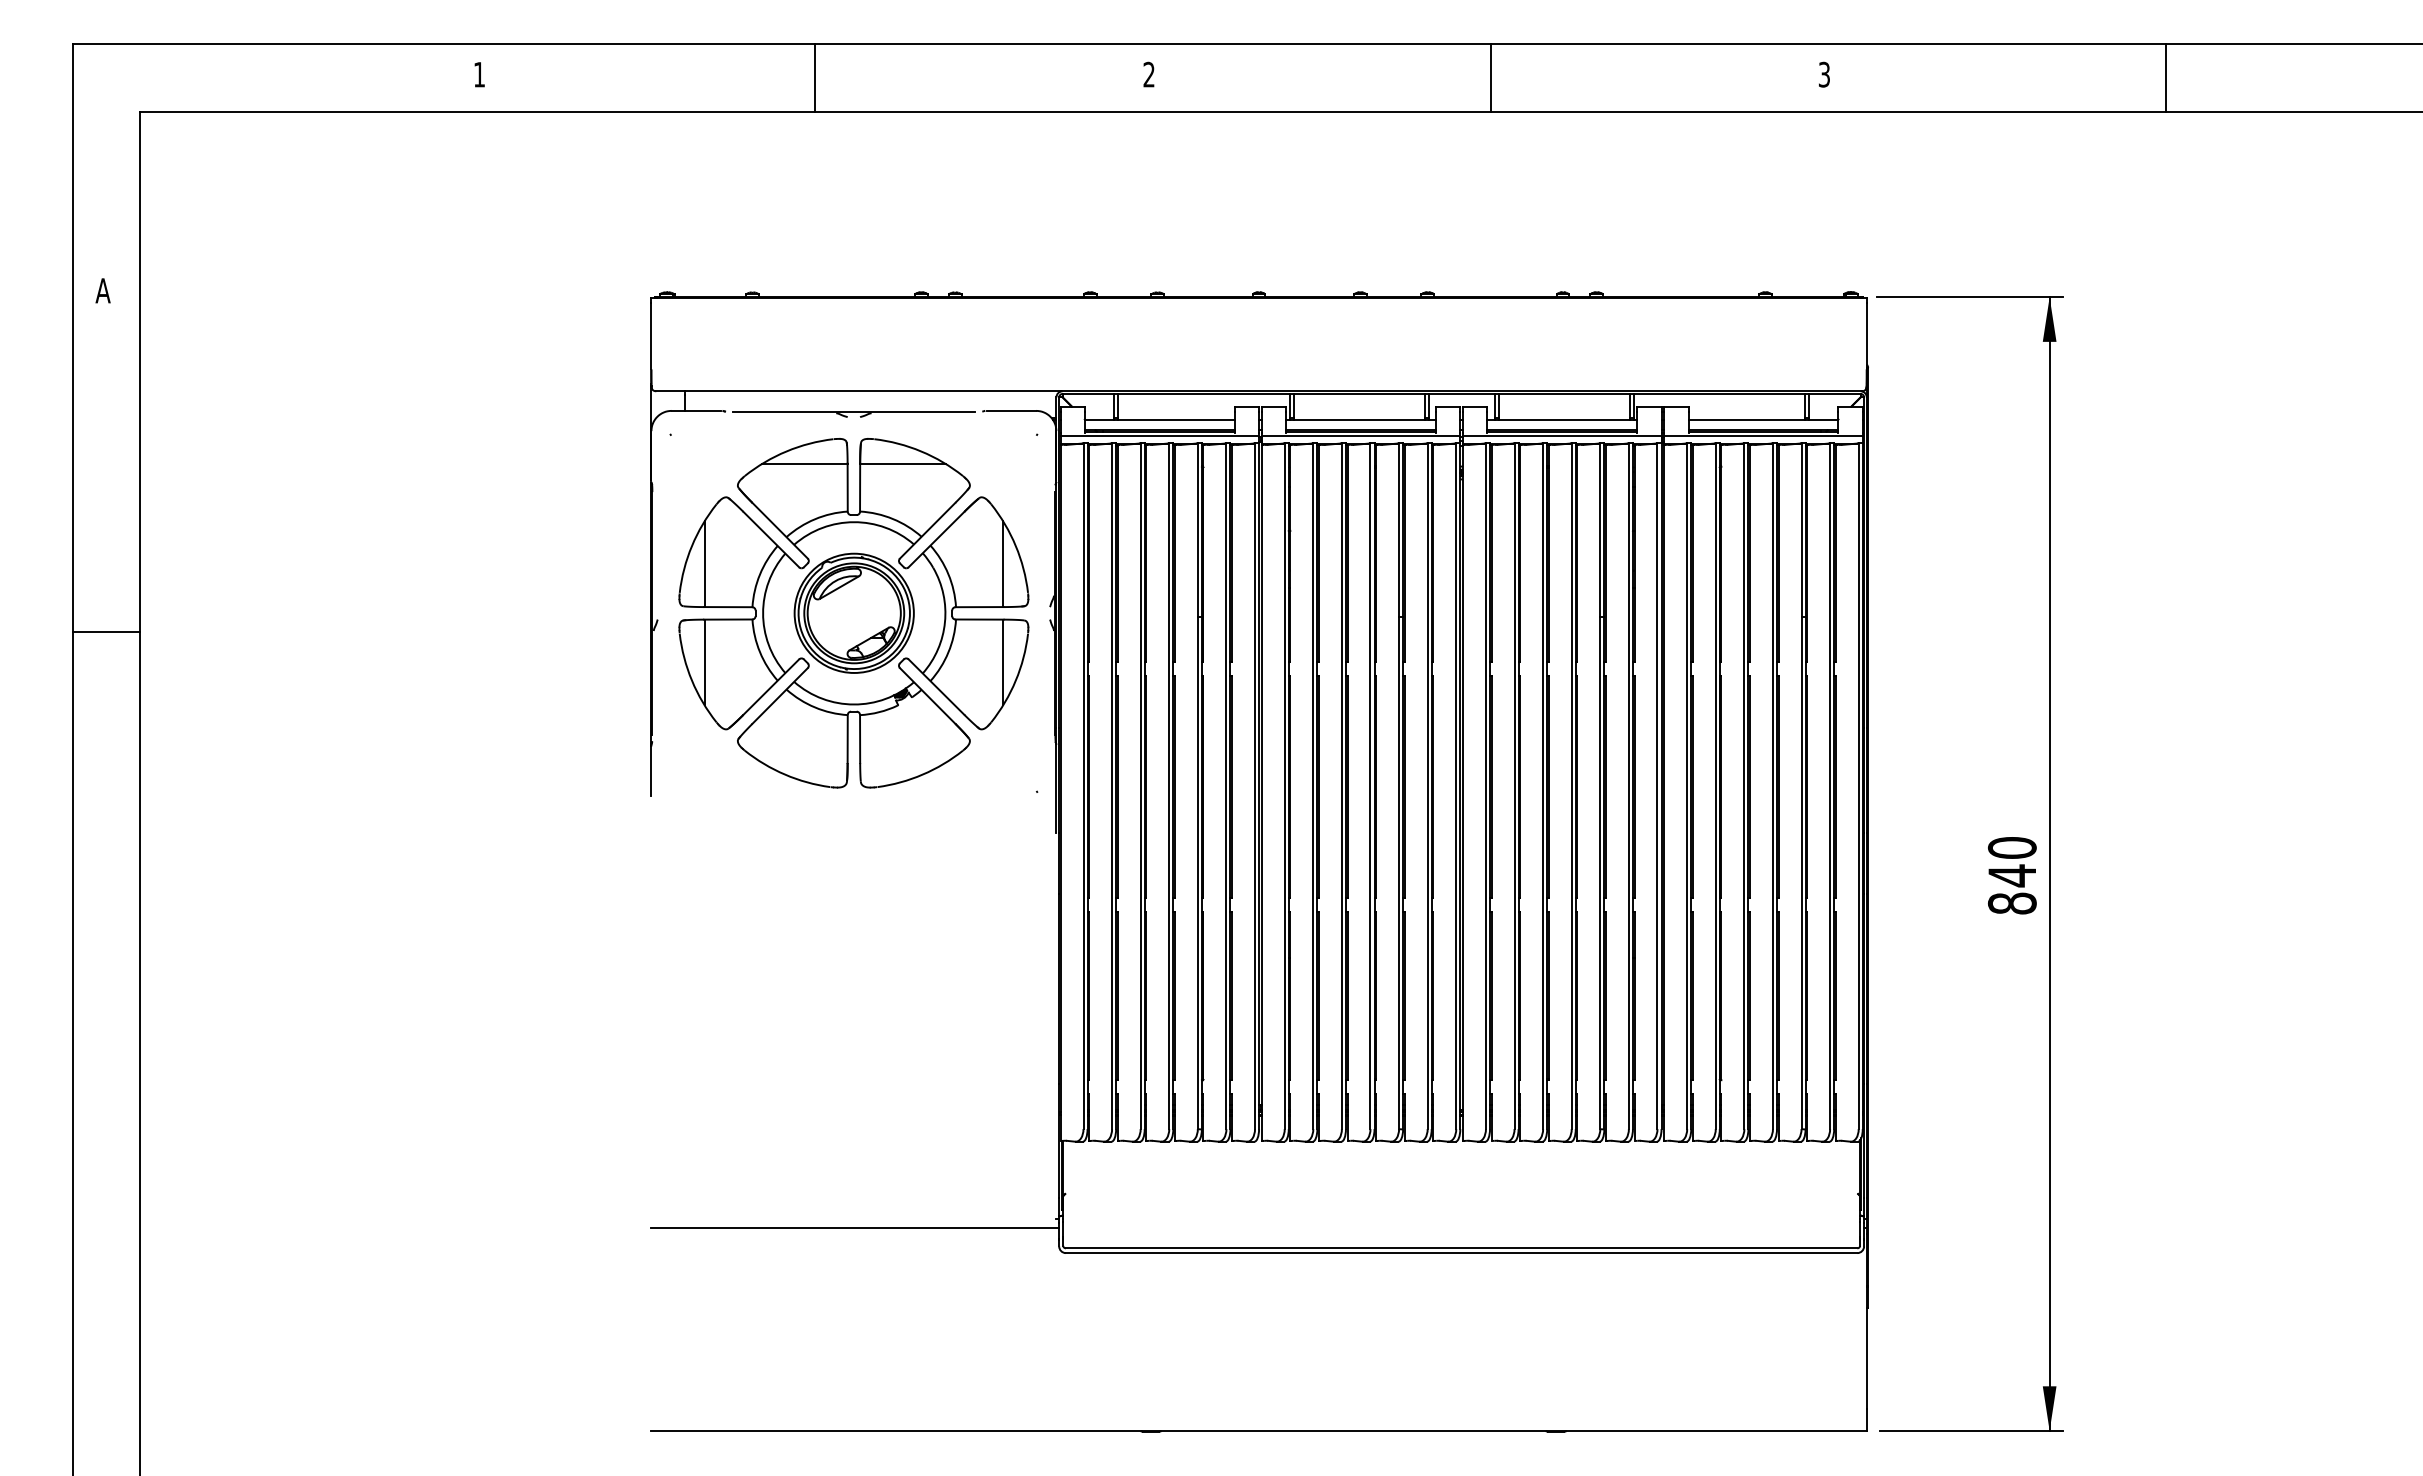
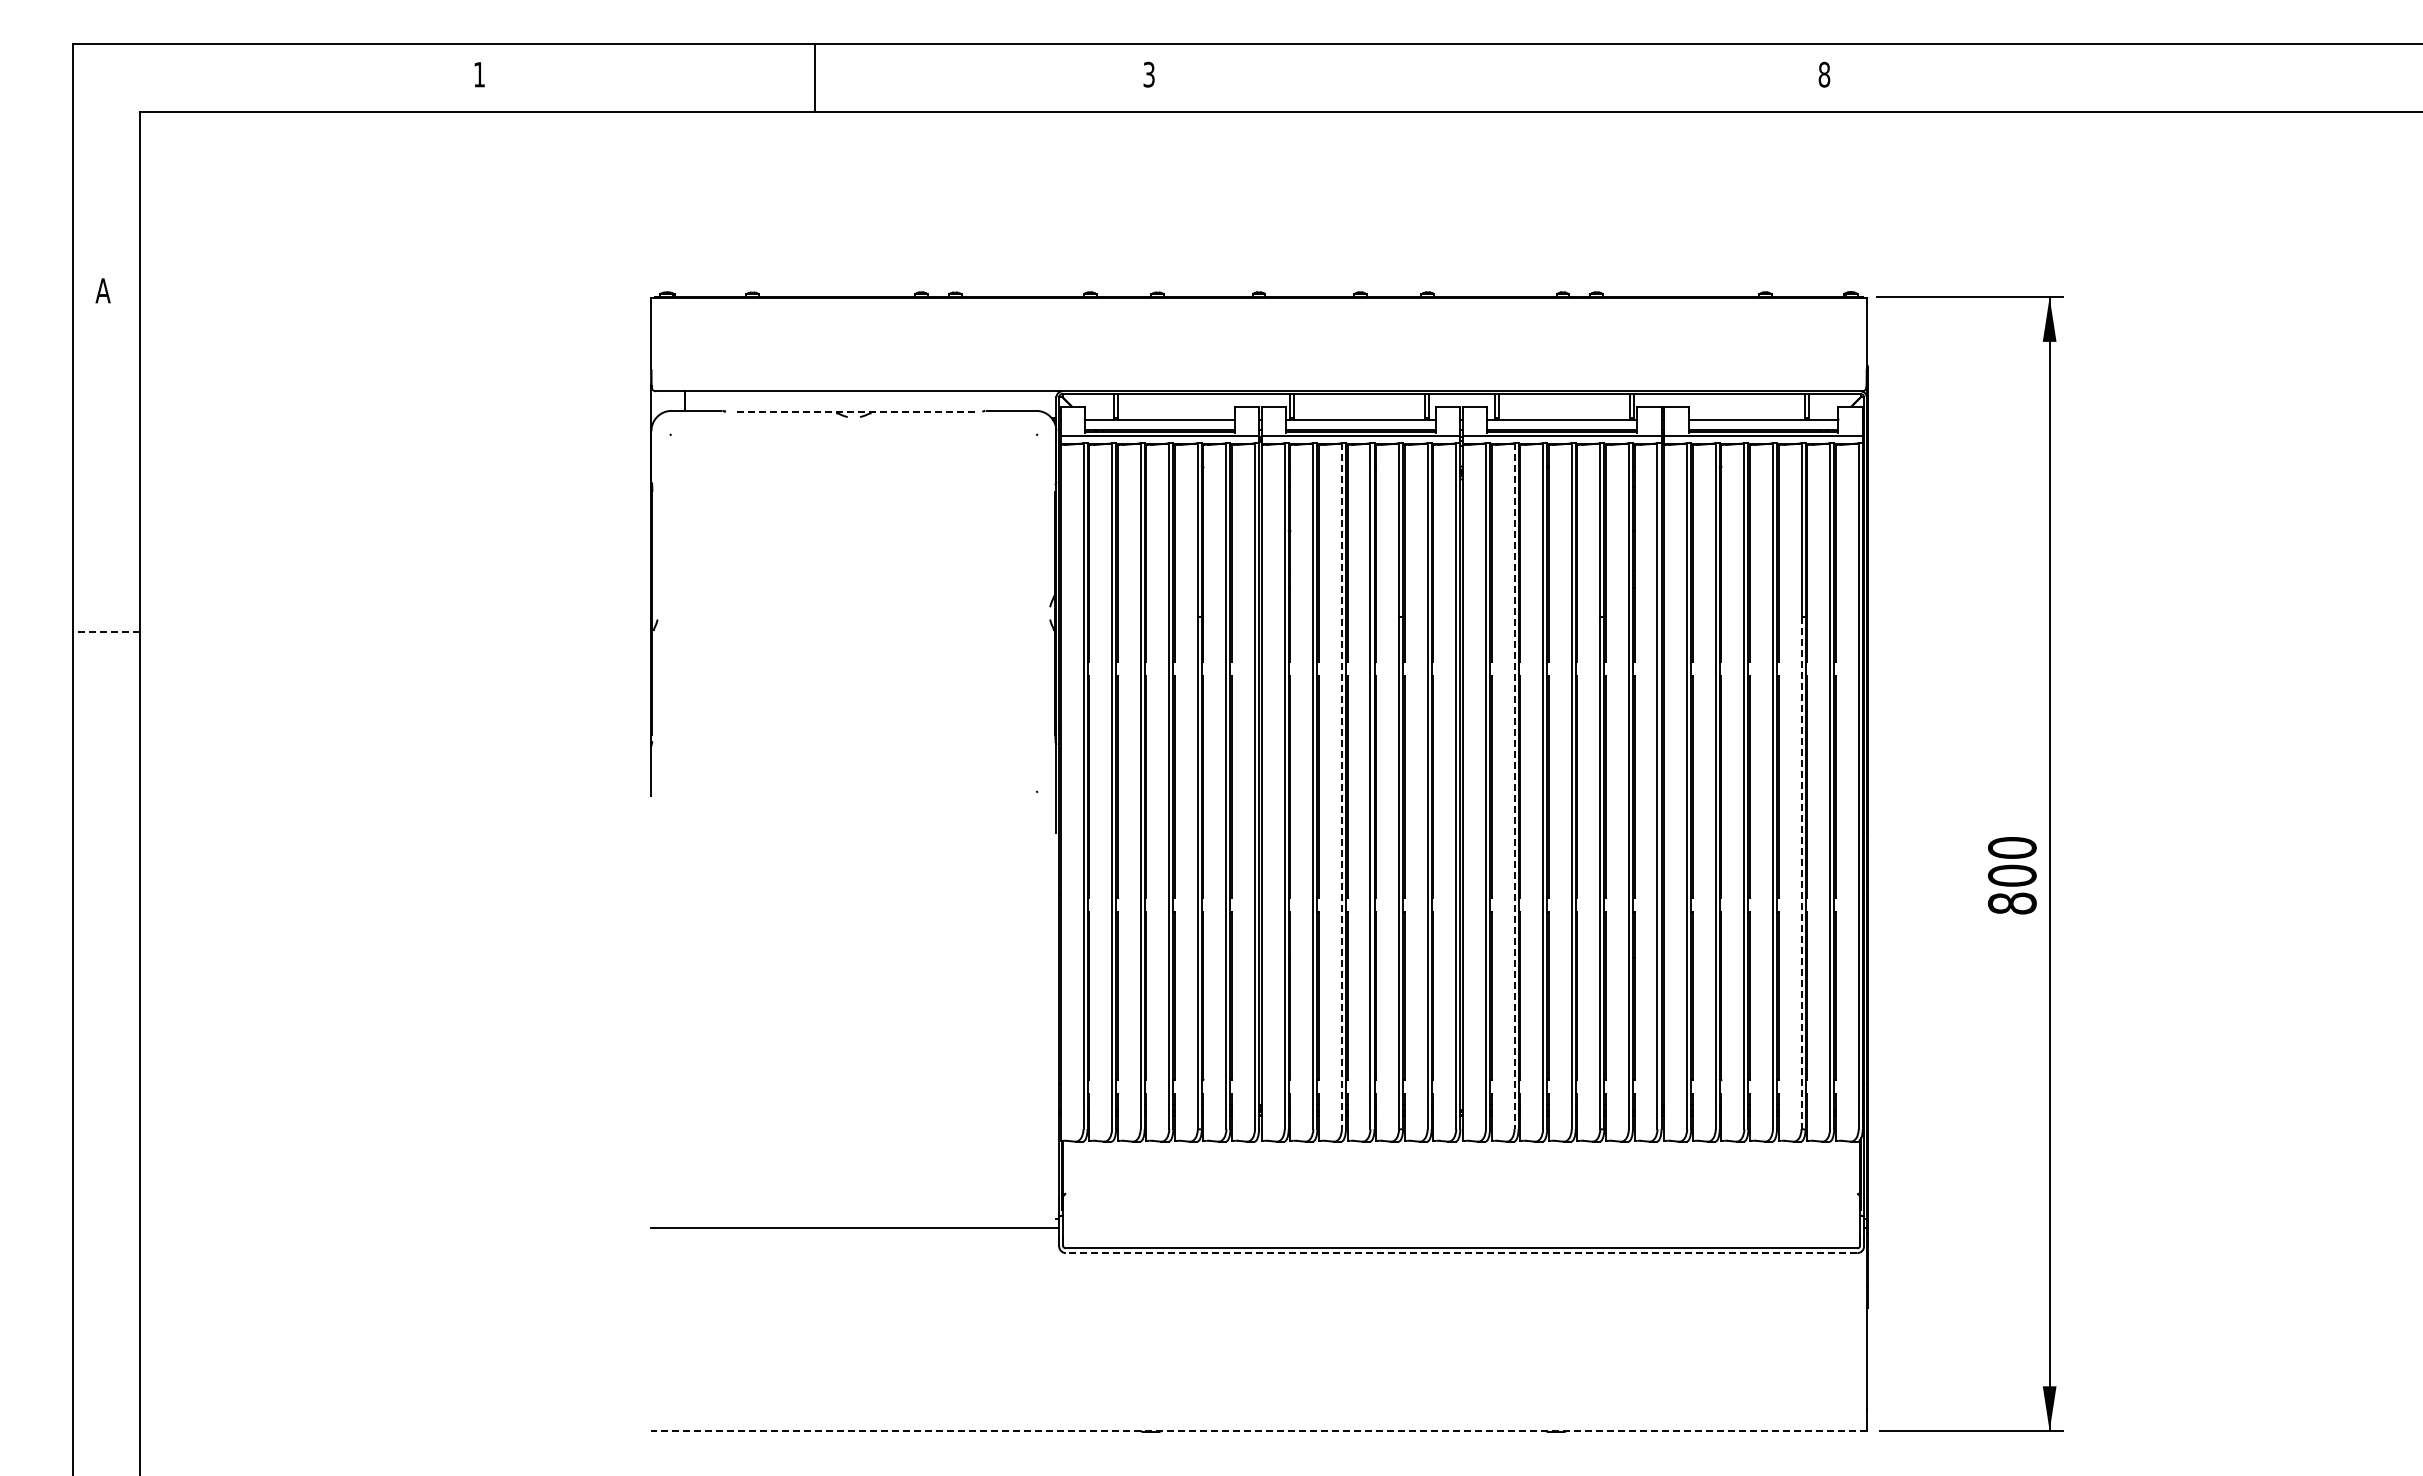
text at (1148, 74): 2 -> 3
text at (1824, 74): 3 -> 8
line at (1490, 77): present -> none
line at (2166, 77): present -> none
line at (853, 411): solid -> dashed
part at (853, 613): present -> none
line at (106, 631): solid -> dashed
line at (1341, 786): solid -> dashed
line at (1514, 786): solid -> dashed
line at (1801, 873): solid -> dashed
text at (2011, 875): 840 -> 800
line at (1461, 1253): solid -> dashed
line at (1259, 1430): solid -> dashed
